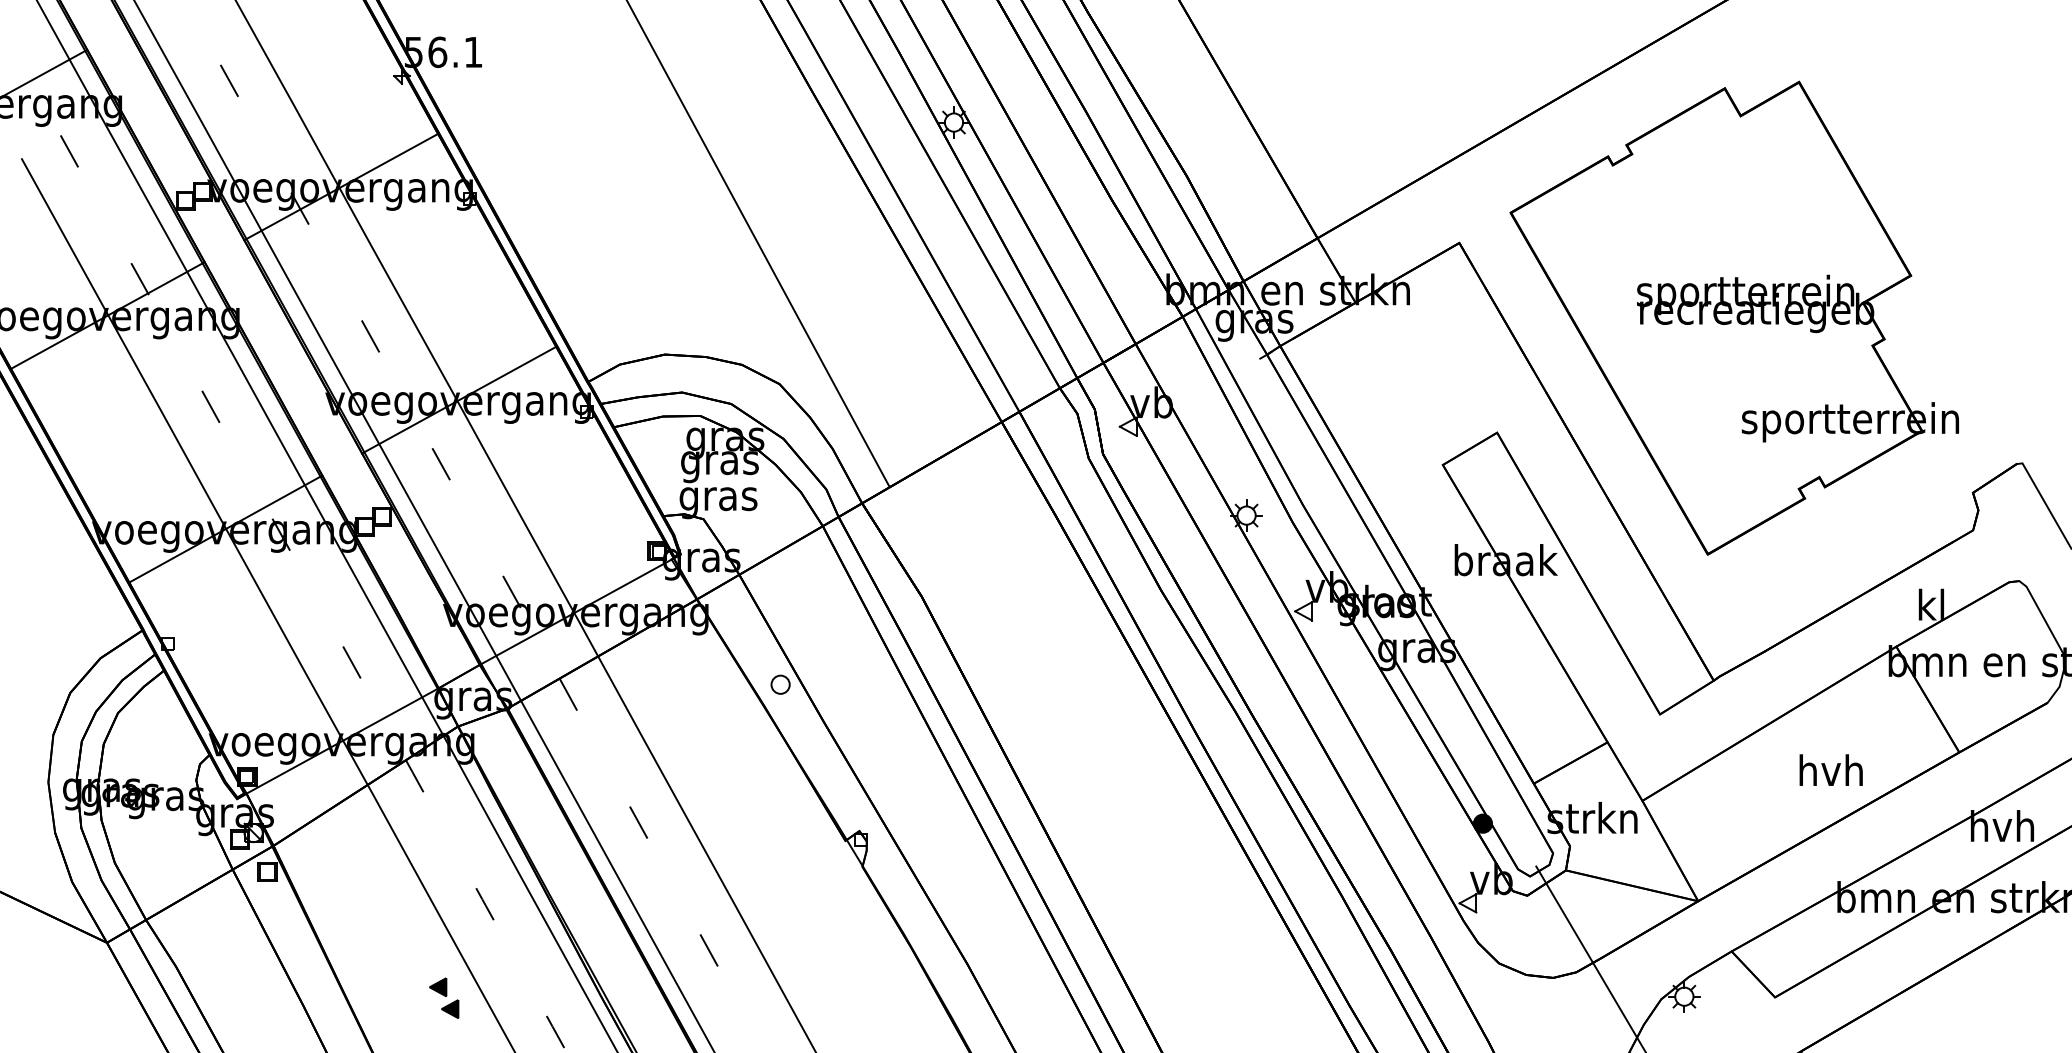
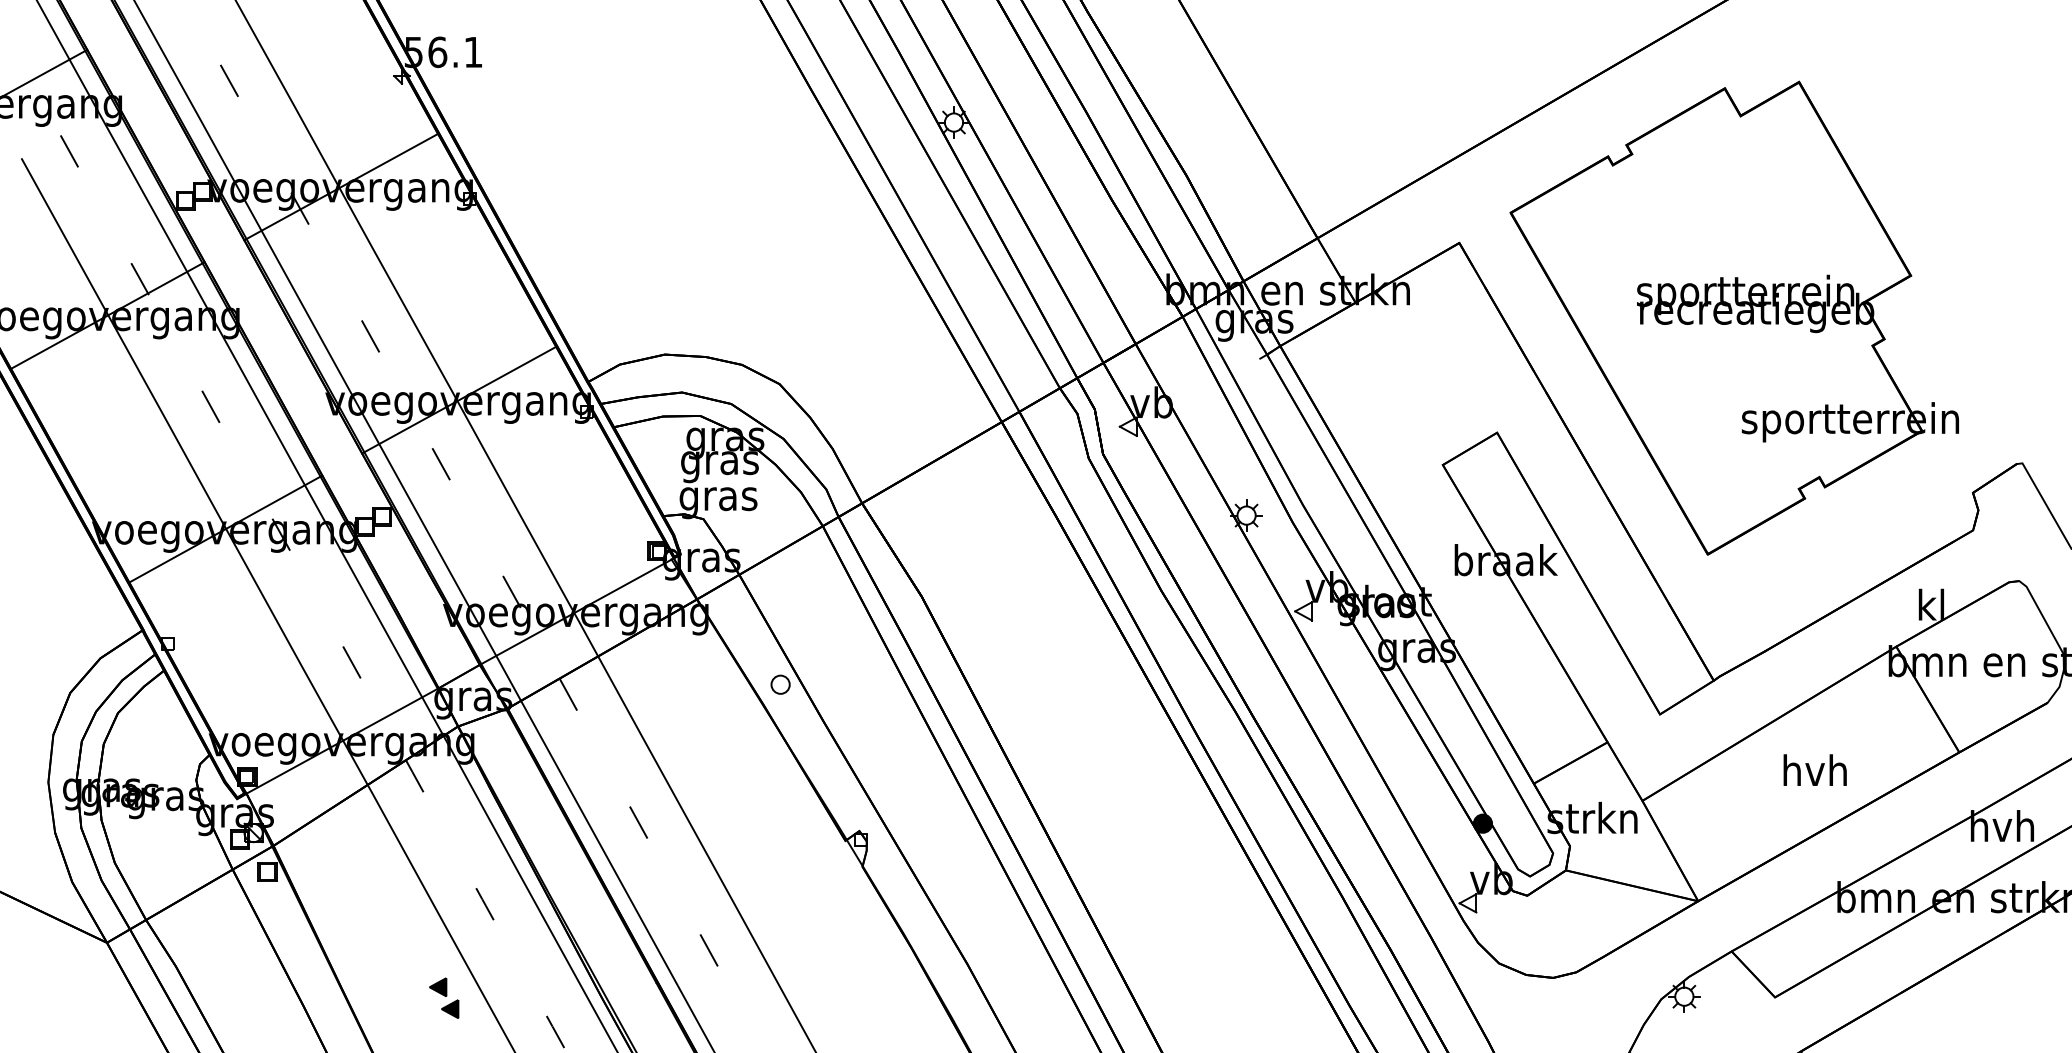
line at (758, 244): present -> none
text at (1830, 769) position: (1830, 769) -> (1814, 769)
line at (1590, 957): present -> none
